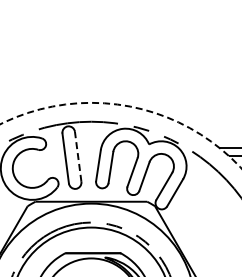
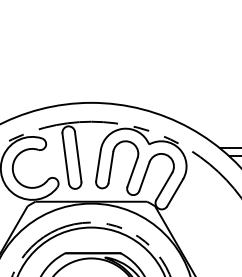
arc at (128, 106): dashed -> solid
line at (78, 156): dashed -> solid
